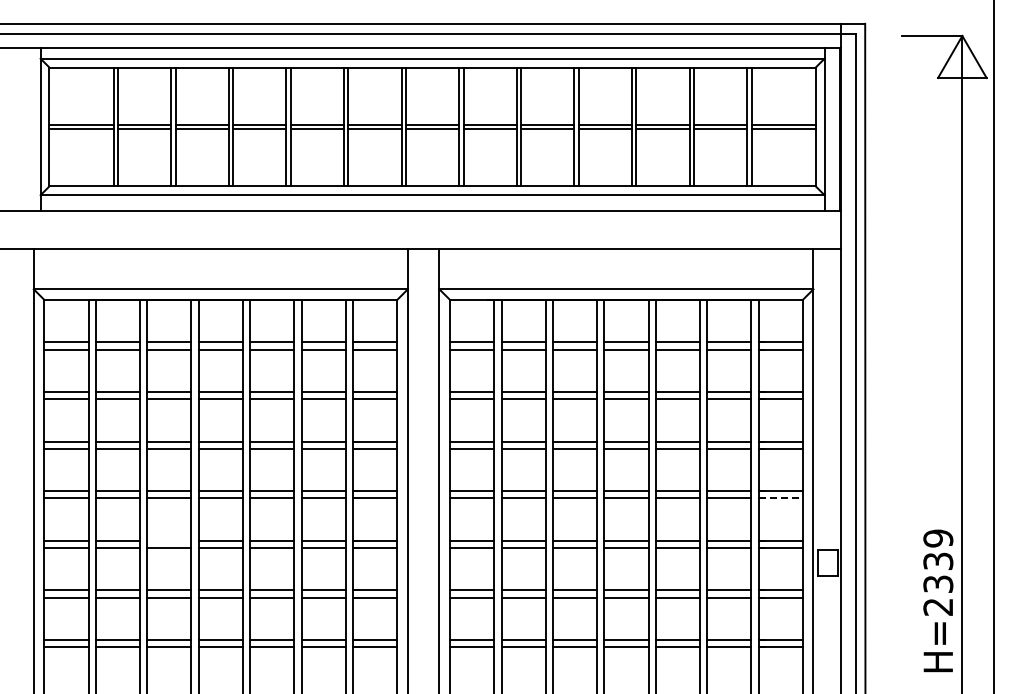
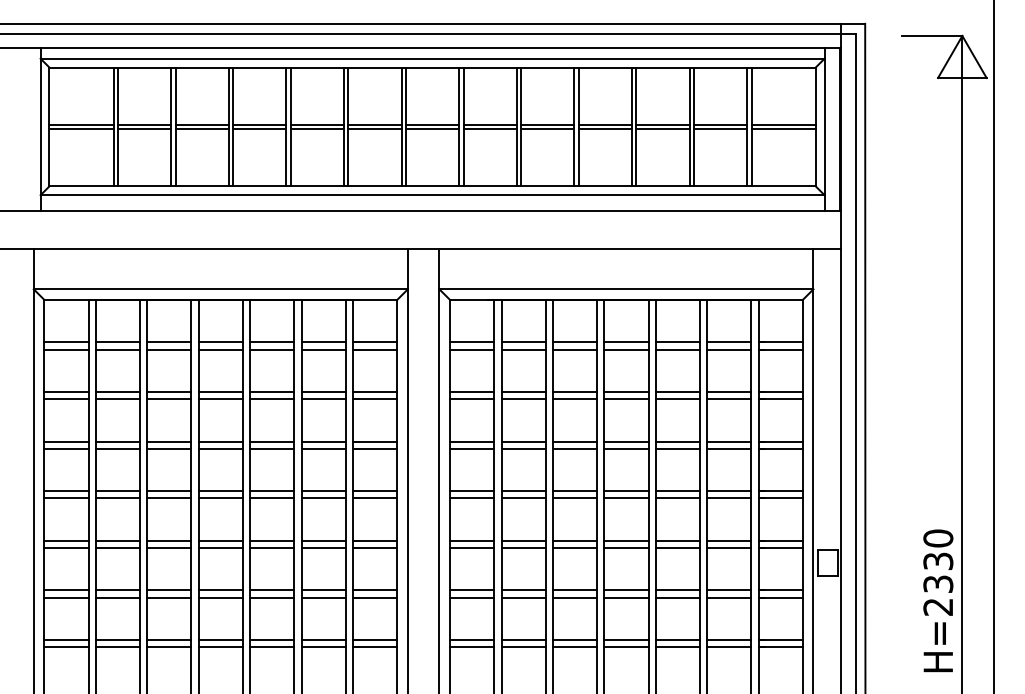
line at (781, 498): dashed -> solid
text at (938, 538): H=2339 -> H=2330
line at (169, 540): none -> present
